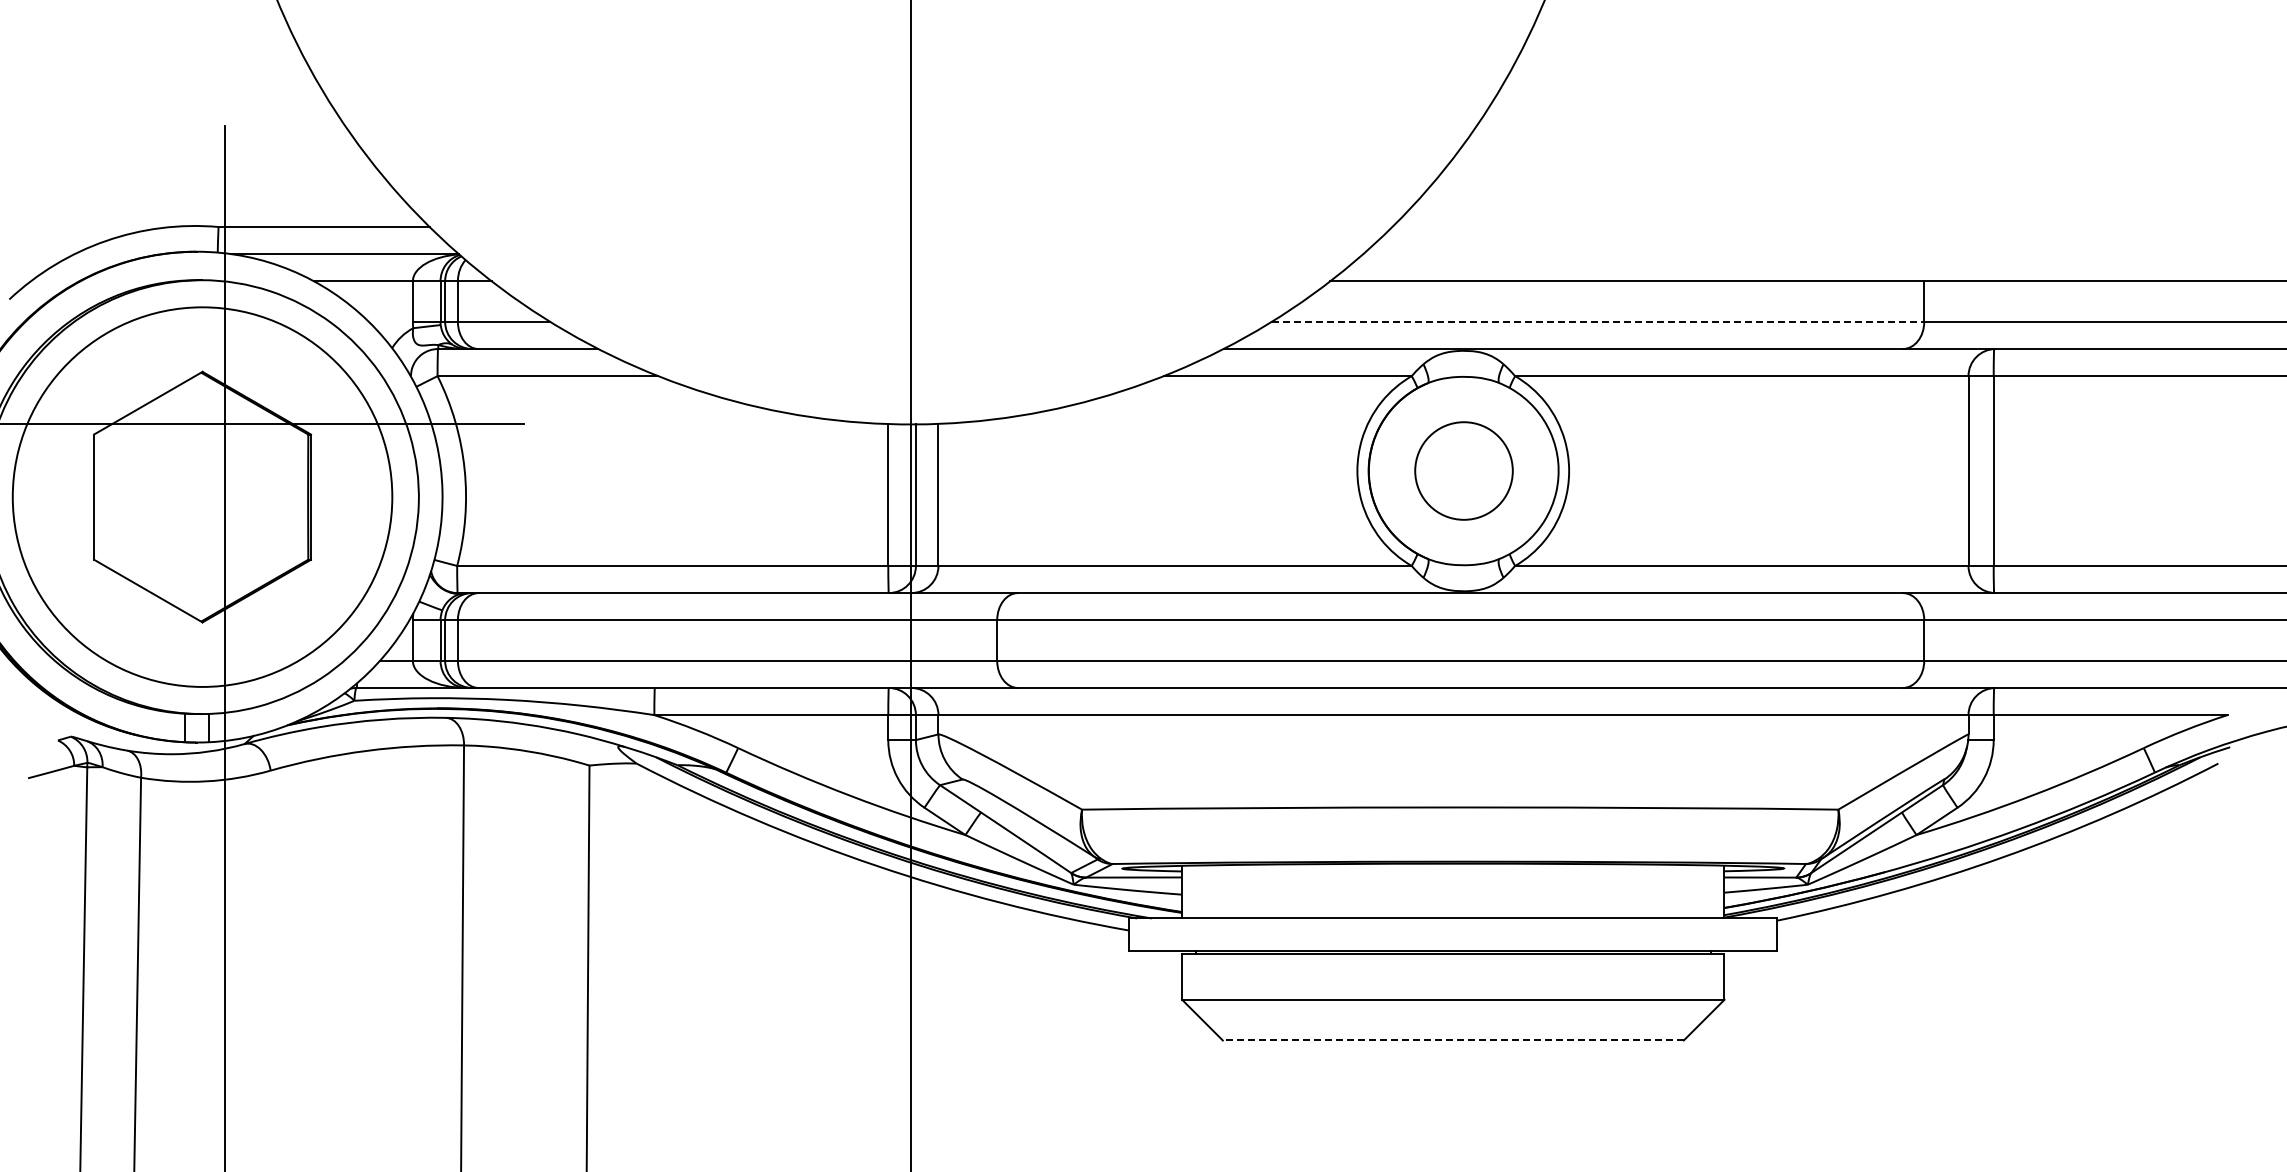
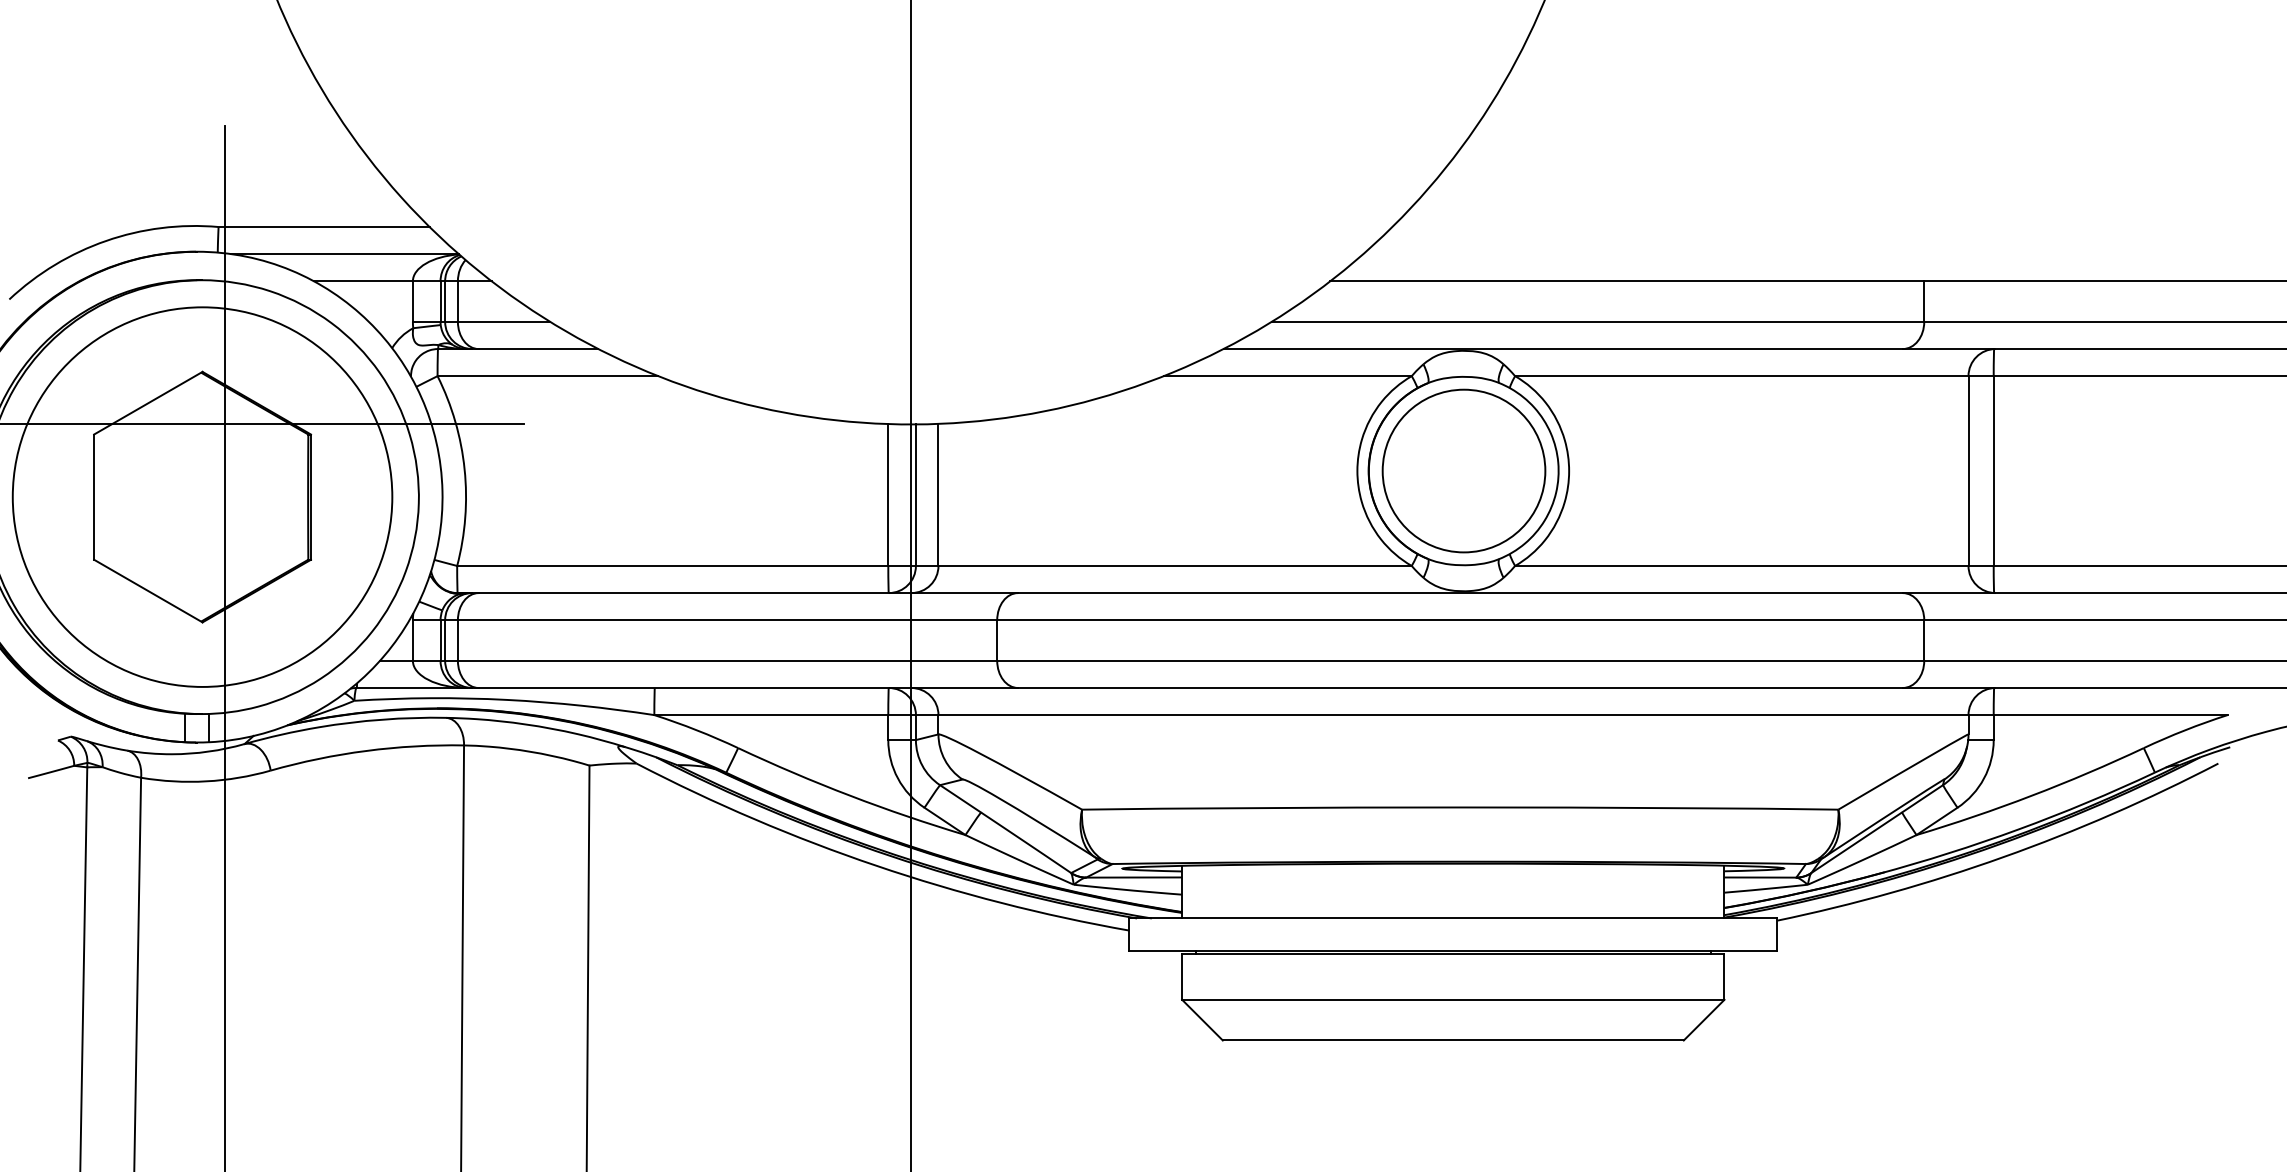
line at (1598, 321): dashed -> solid
part at (1463, 470) size: 100x100 px -> 166x166 px
line at (1452, 1040): dashed -> solid
